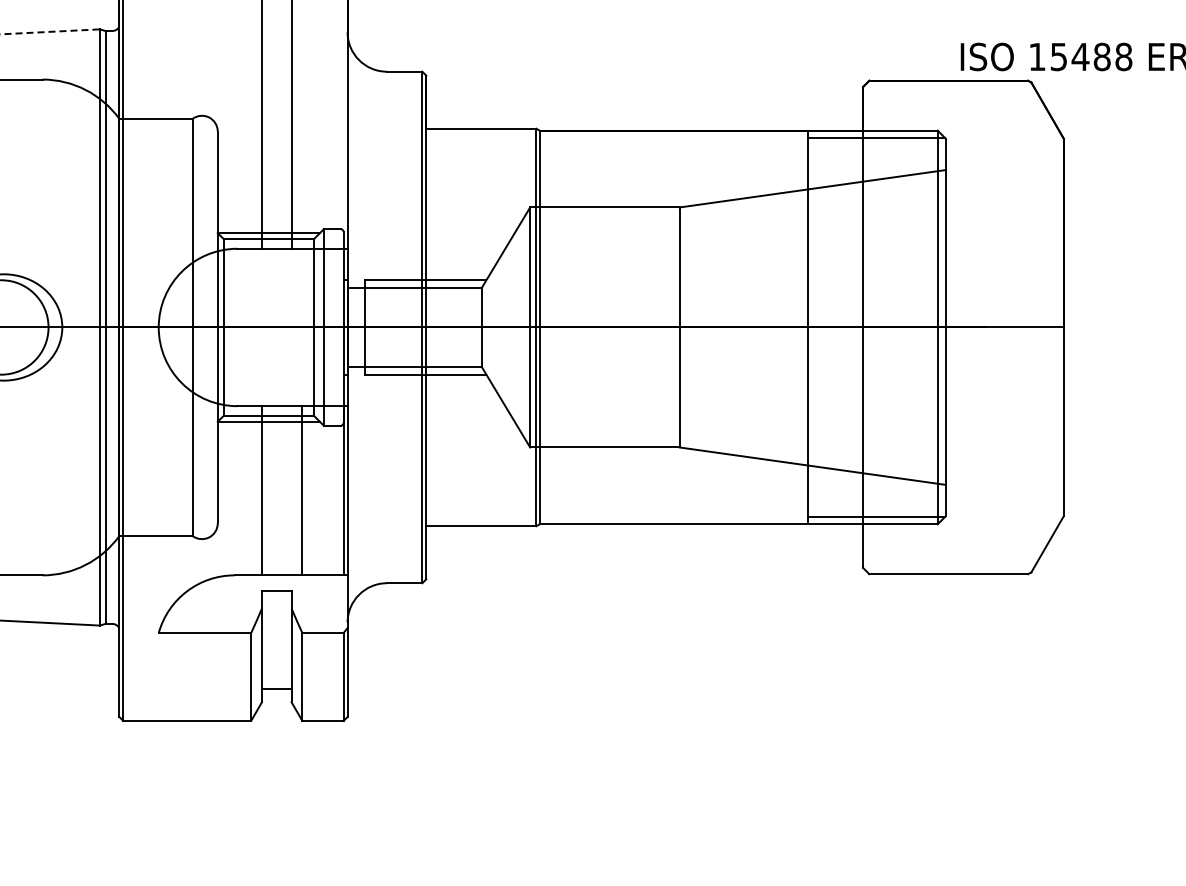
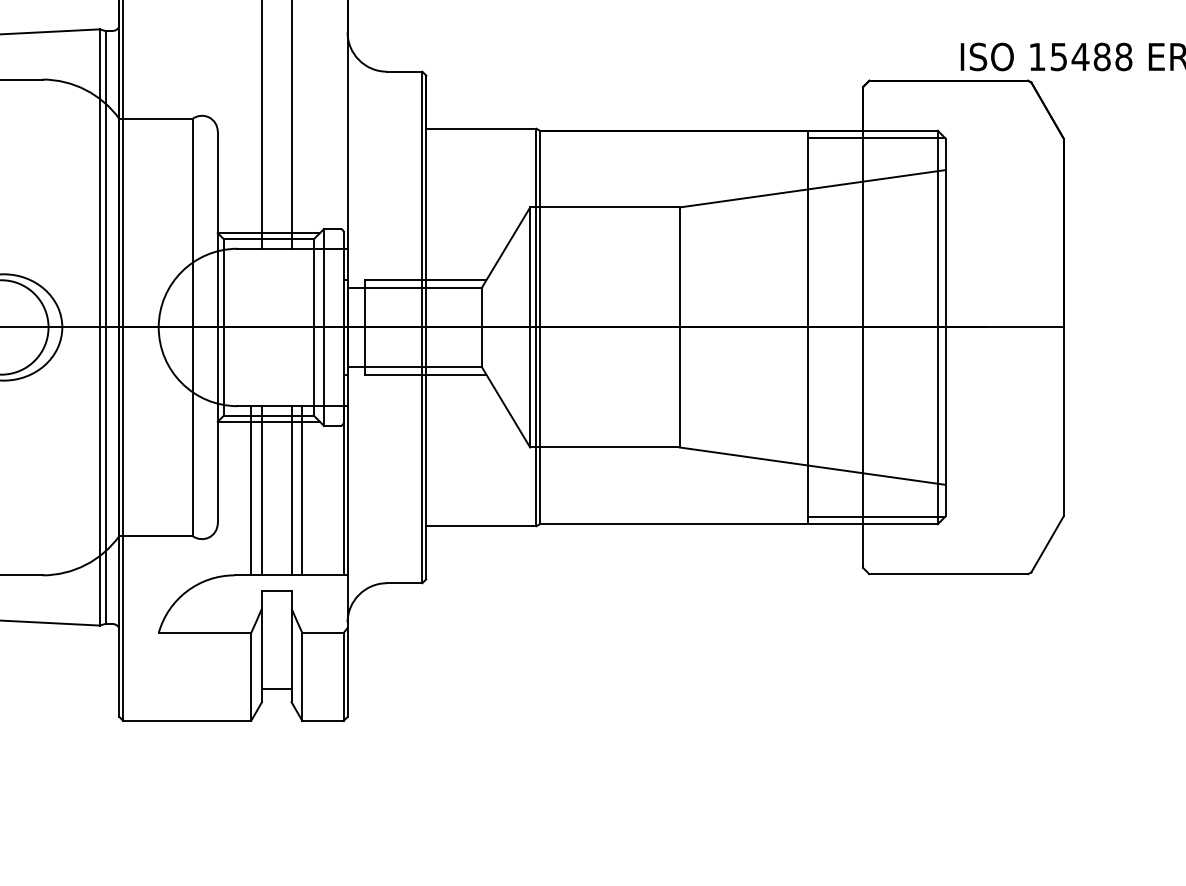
line at (49, 31): dashed -> solid
line at (251, 490): none -> present
line at (291, 490): none -> present
